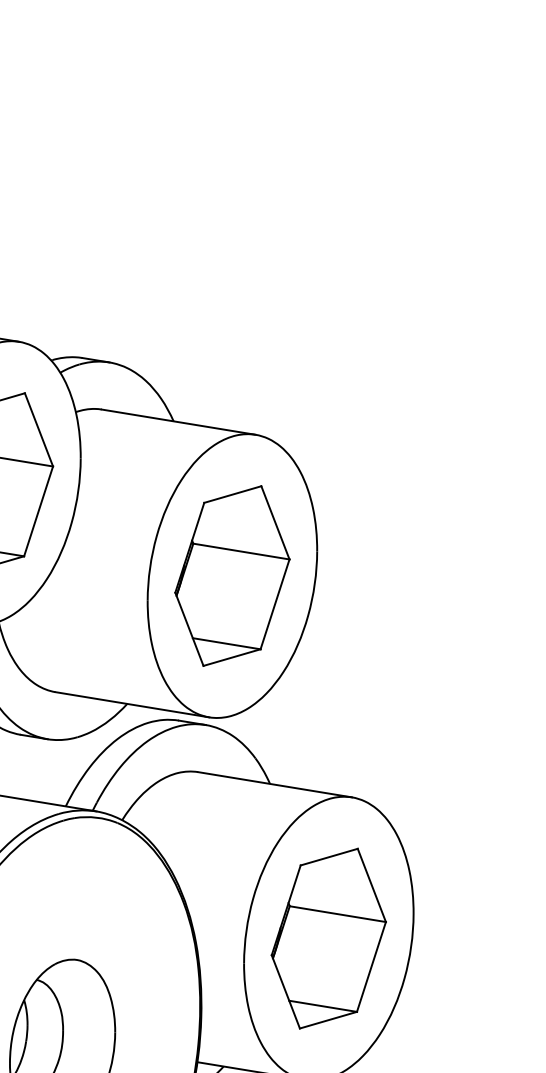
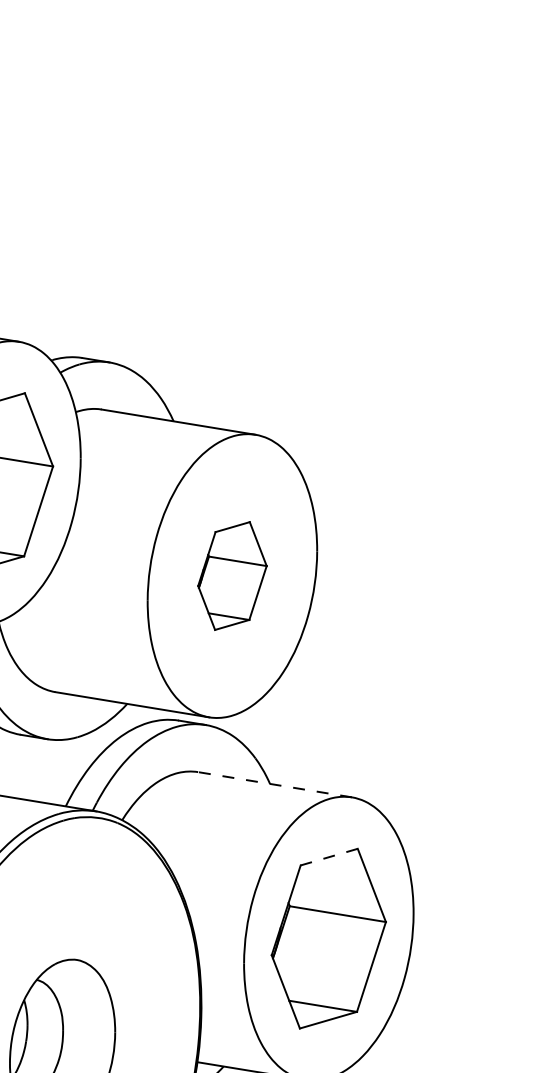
part at (232, 575) size: 117x182 px -> 71x110 px
line at (275, 784): solid -> dashed
line at (329, 857): solid -> dashed
